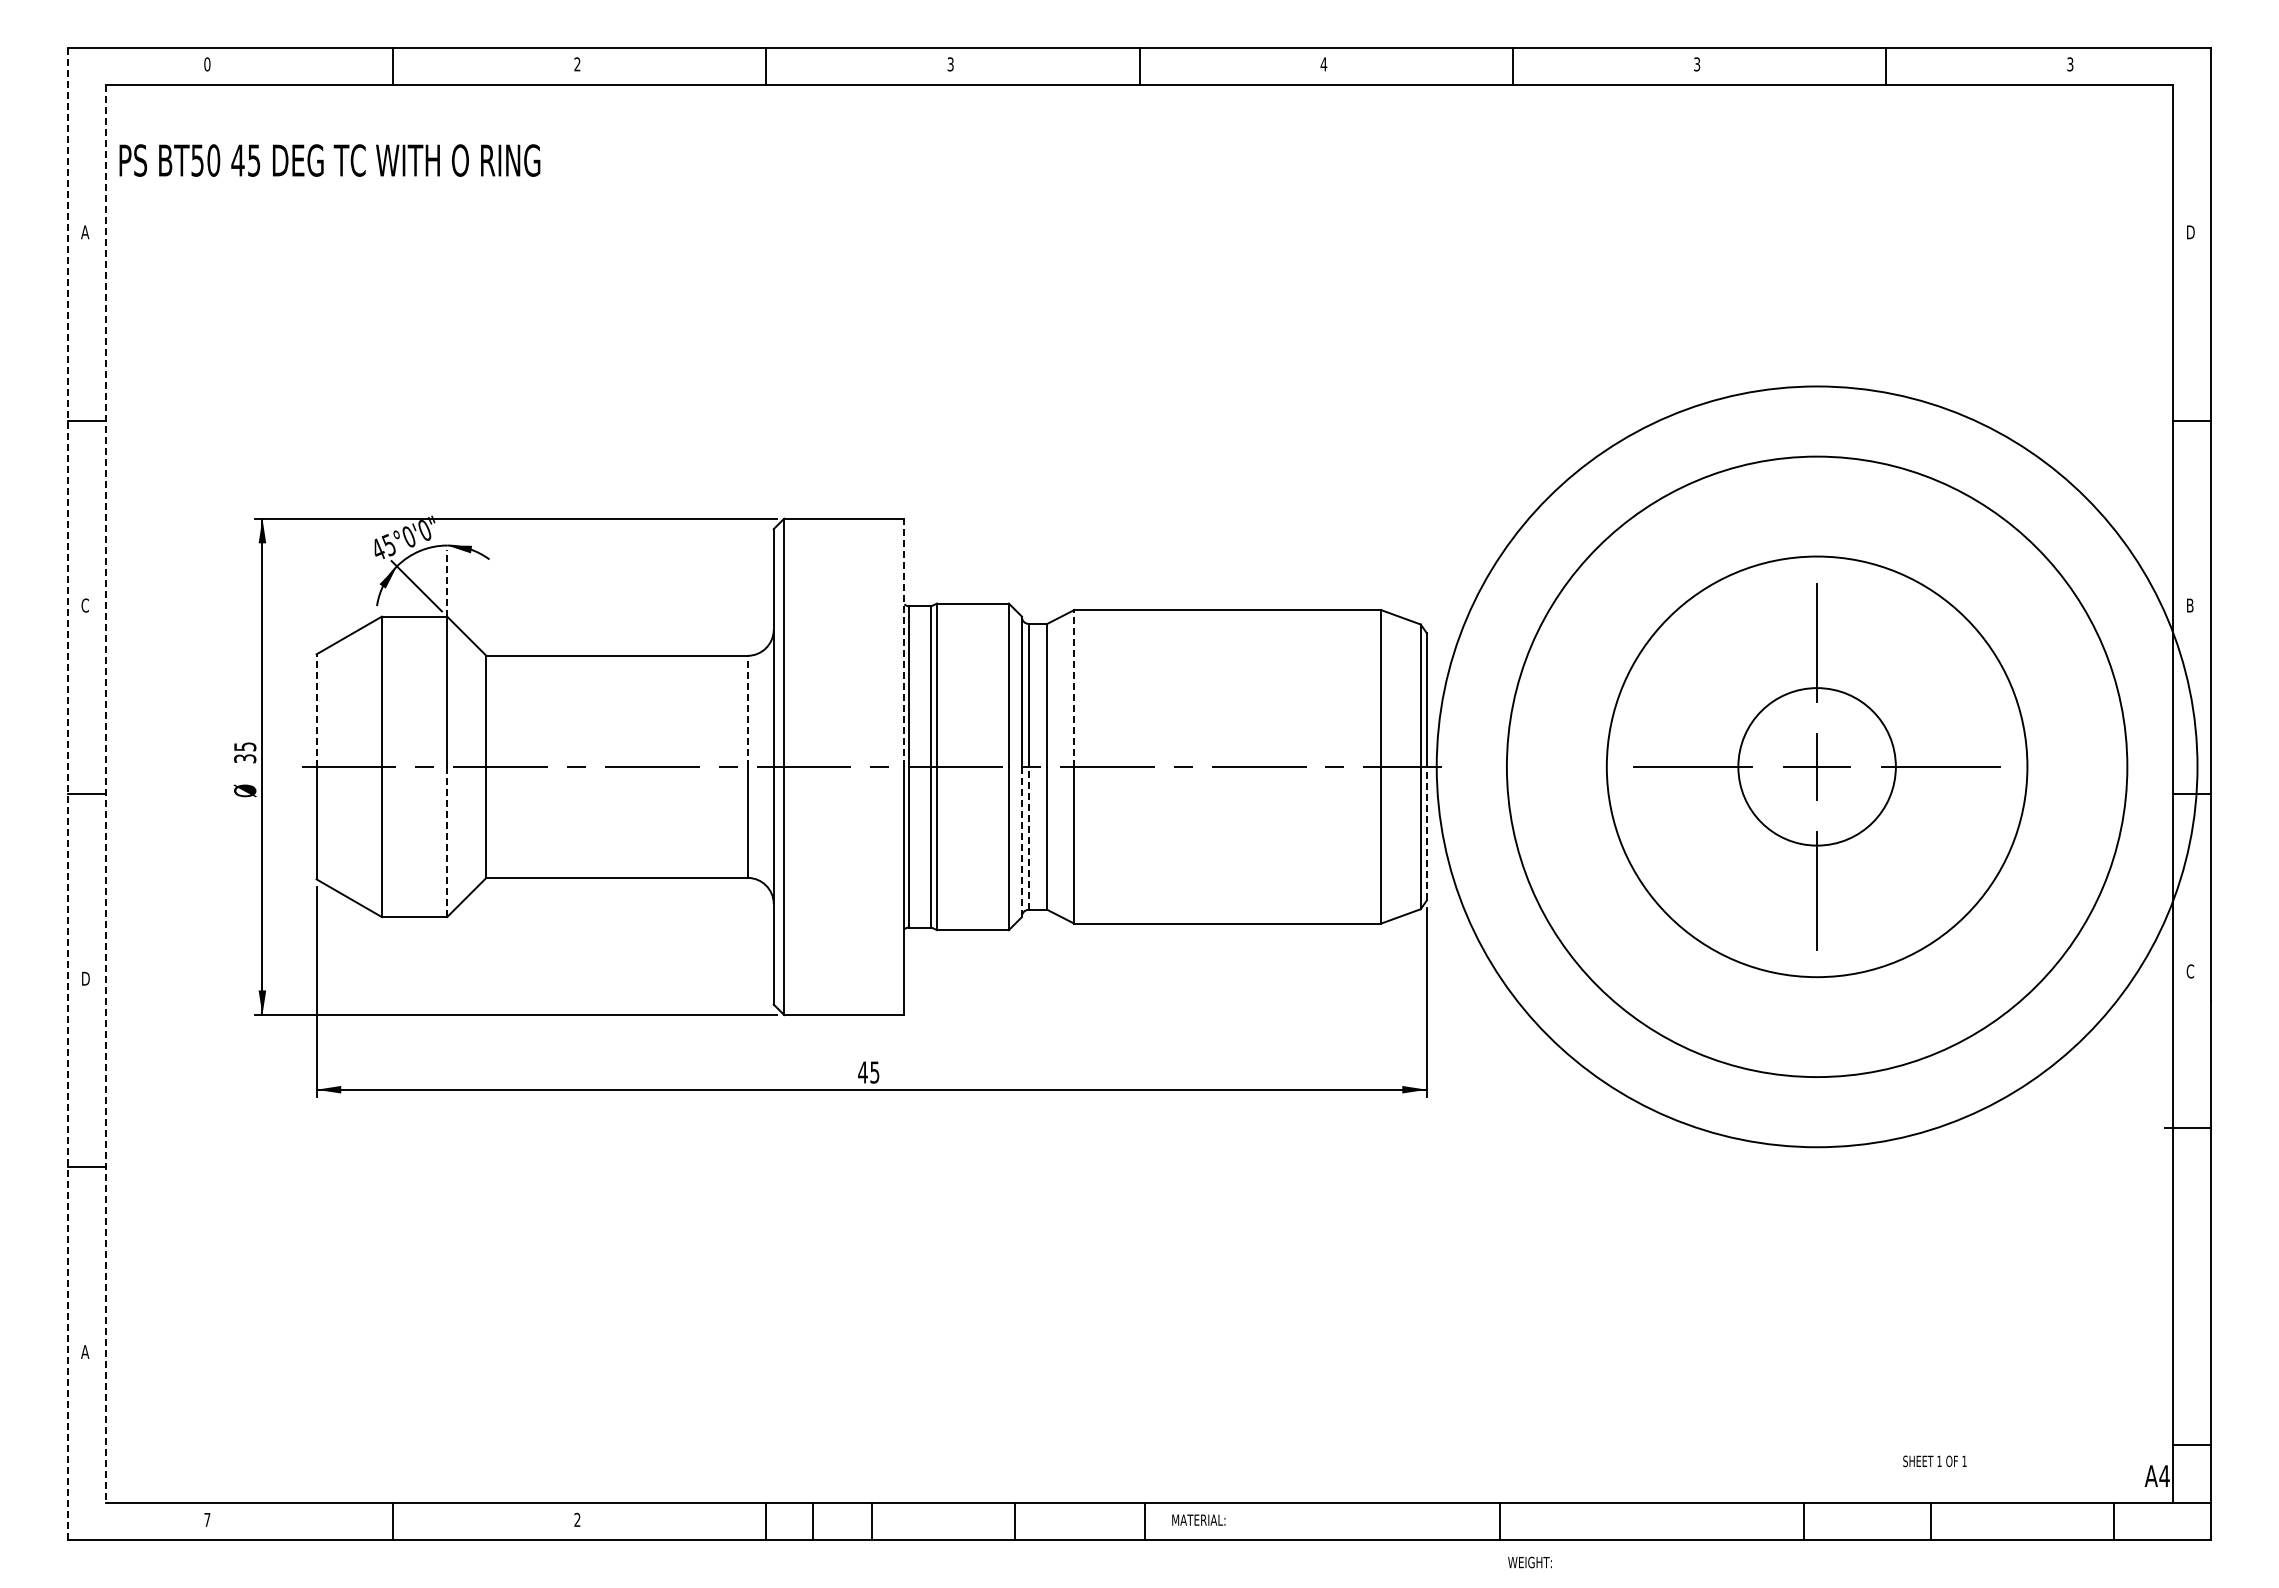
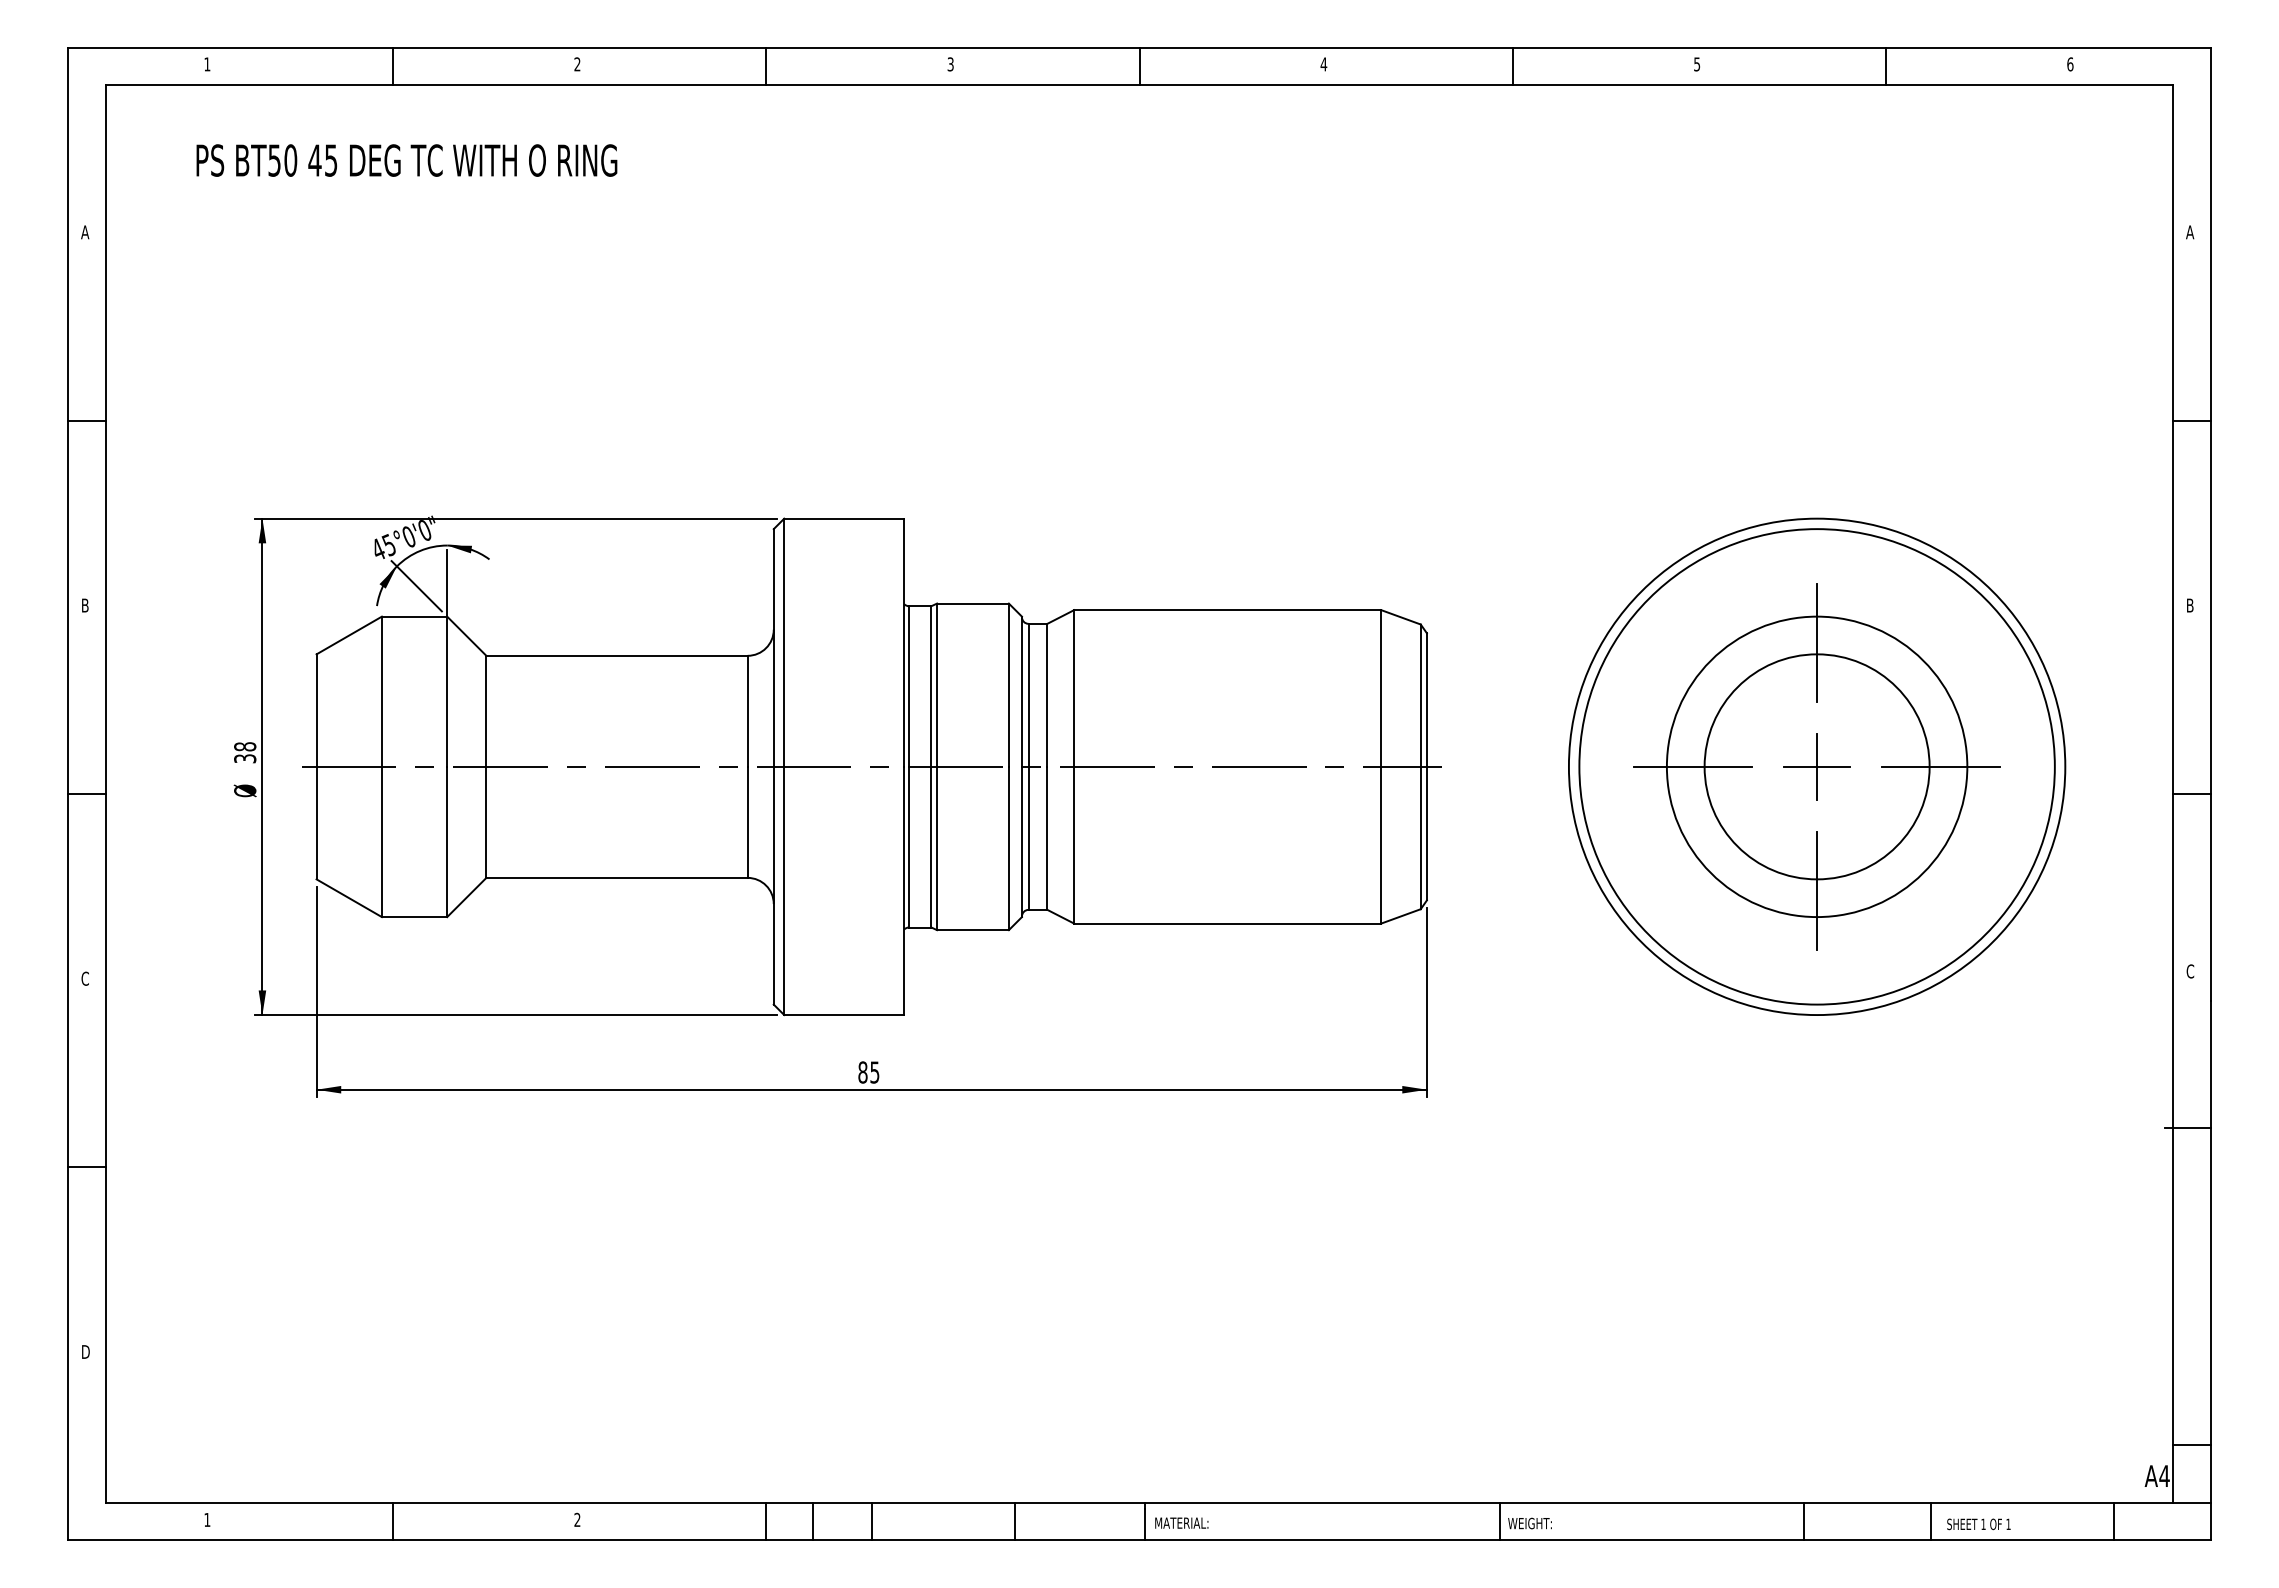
text at (1697, 63): 3 -> 5
text at (207, 64): 0 -> 1
text at (2070, 64): 3 -> 6
text at (329, 160) position: (329, 160) -> (406, 160)
text at (2190, 232): D -> A
line at (447, 582): dashed -> solid
text at (84, 605): C -> B
line at (904, 642): dashed -> solid
line at (1074, 687): dashed -> solid
line at (316, 710): dashed -> solid
line at (747, 711): dashed -> solid
text at (245, 746): 35 -> 38
circle at (1816, 766) diameter: 158 px -> 225 px
circle at (1816, 766) diameter: 421 px -> 300 px
circle at (1816, 766) diameter: 620 px -> 496 px
circle at (1816, 766) diameter: 761 px -> 475 px
line at (68, 794): dashed -> solid
line at (105, 794): dashed -> solid
line at (1426, 833): dashed -> solid
line at (1028, 838): dashed -> solid
line at (447, 841): dashed -> solid
line at (1021, 841): dashed -> solid
text at (85, 978): D -> C
text at (862, 1072): 45 -> 85
text at (85, 1351): A -> D
text at (1934, 1461) position: (1934, 1461) -> (1978, 1524)
text at (207, 1519): 7 -> 1
text at (1198, 1519) position: (1198, 1519) -> (1181, 1522)
text at (1529, 1562) position: (1529, 1562) -> (1529, 1523)
